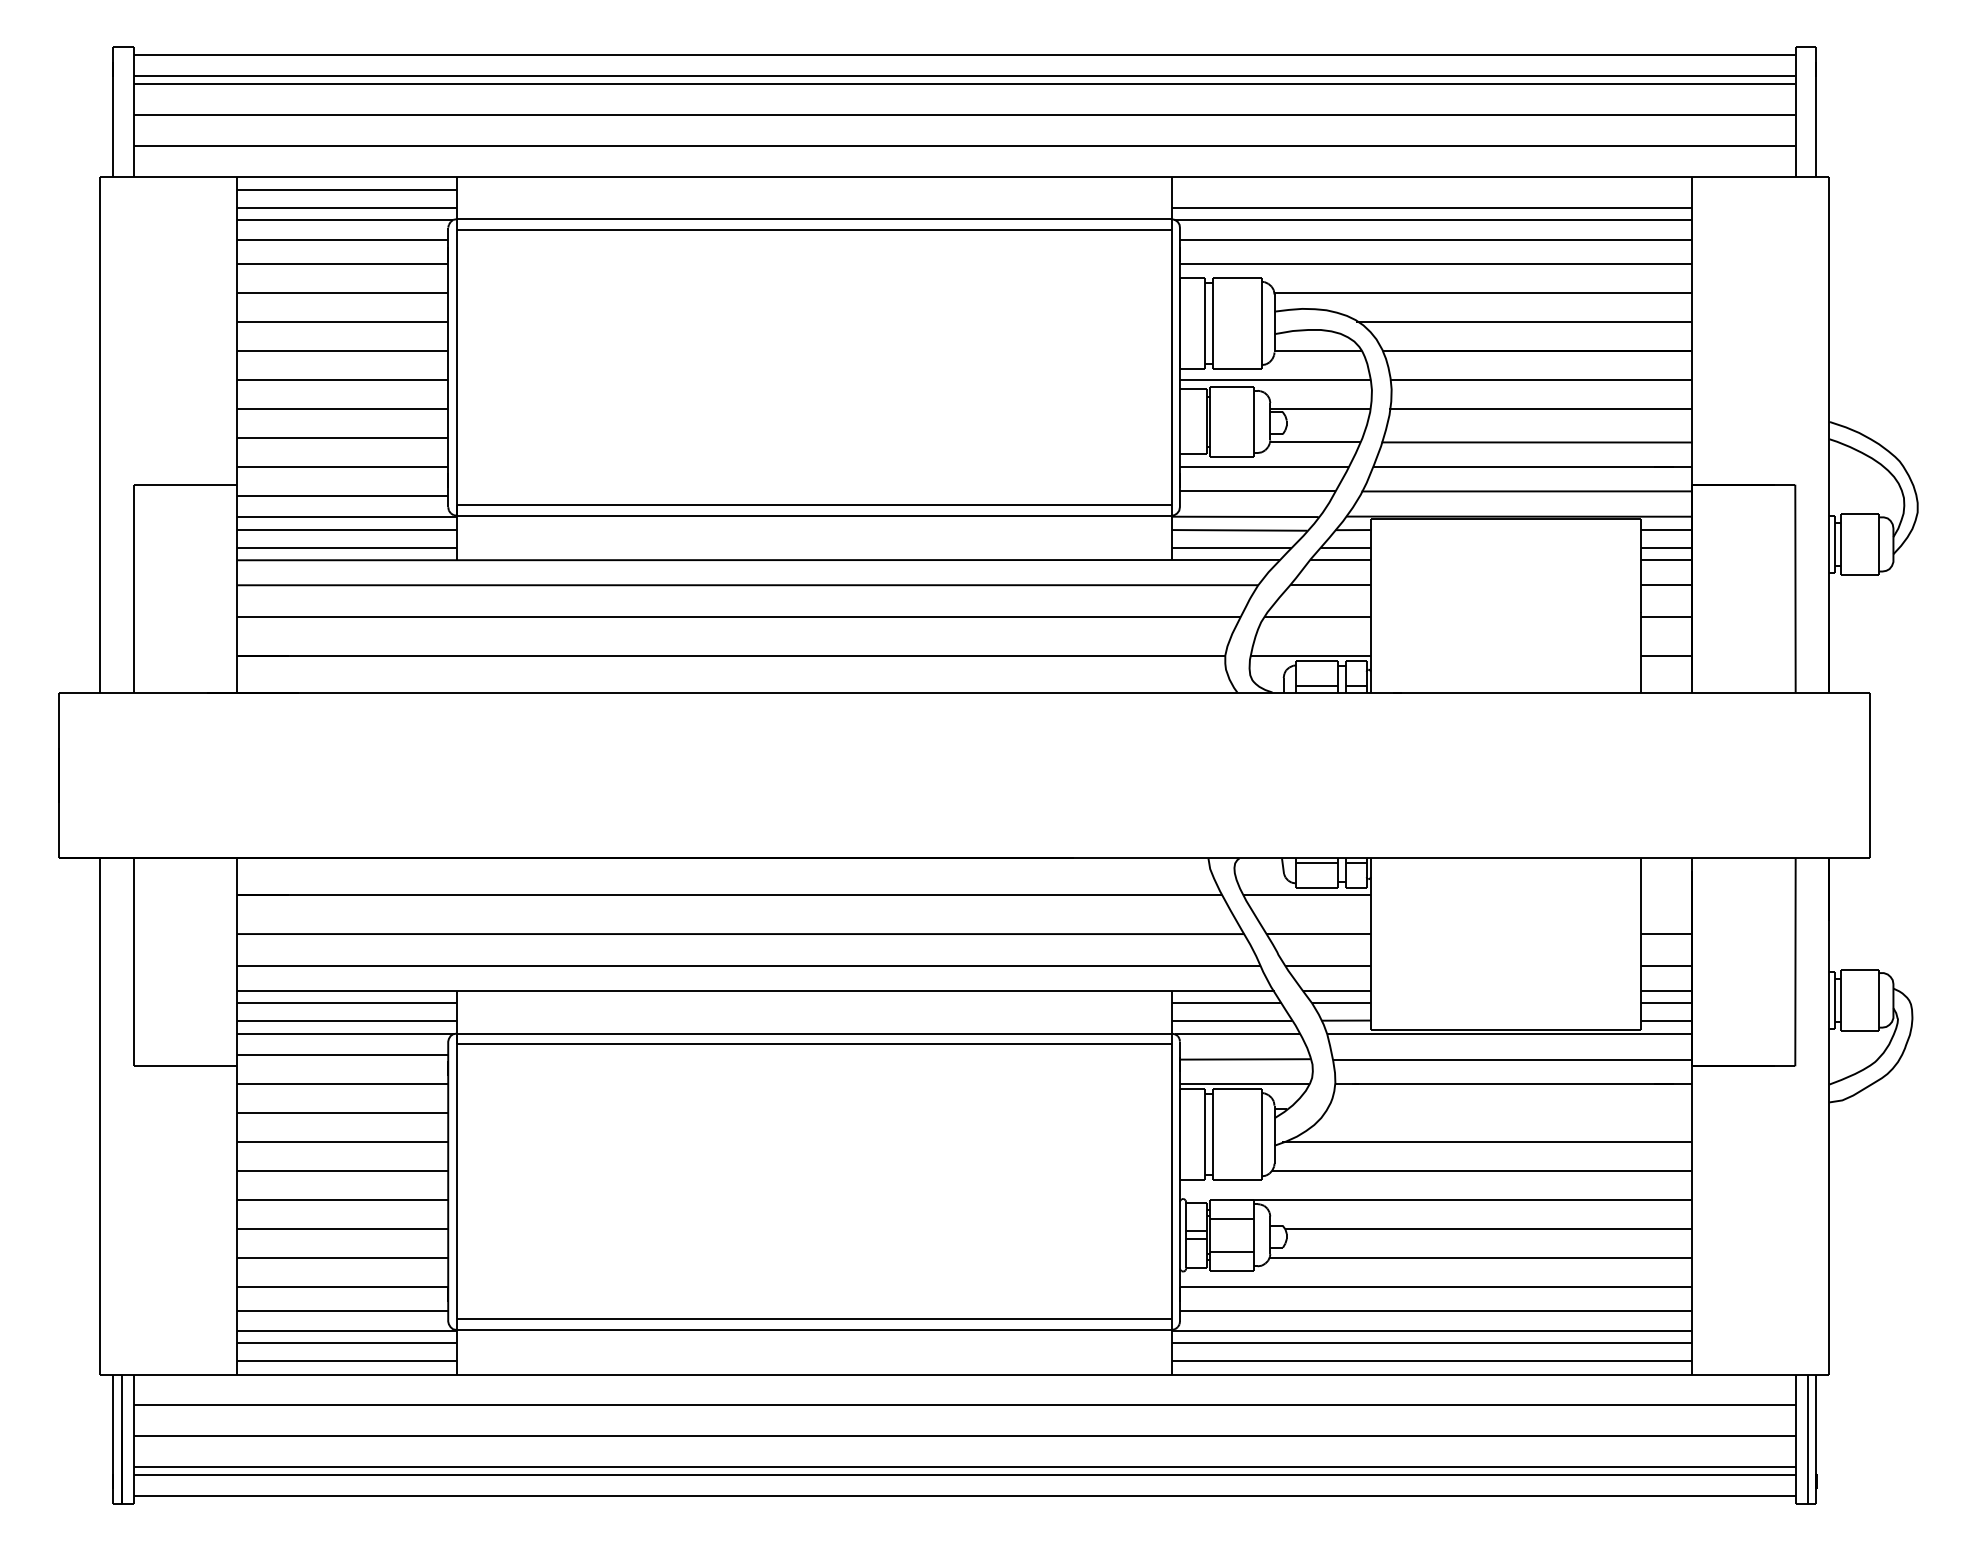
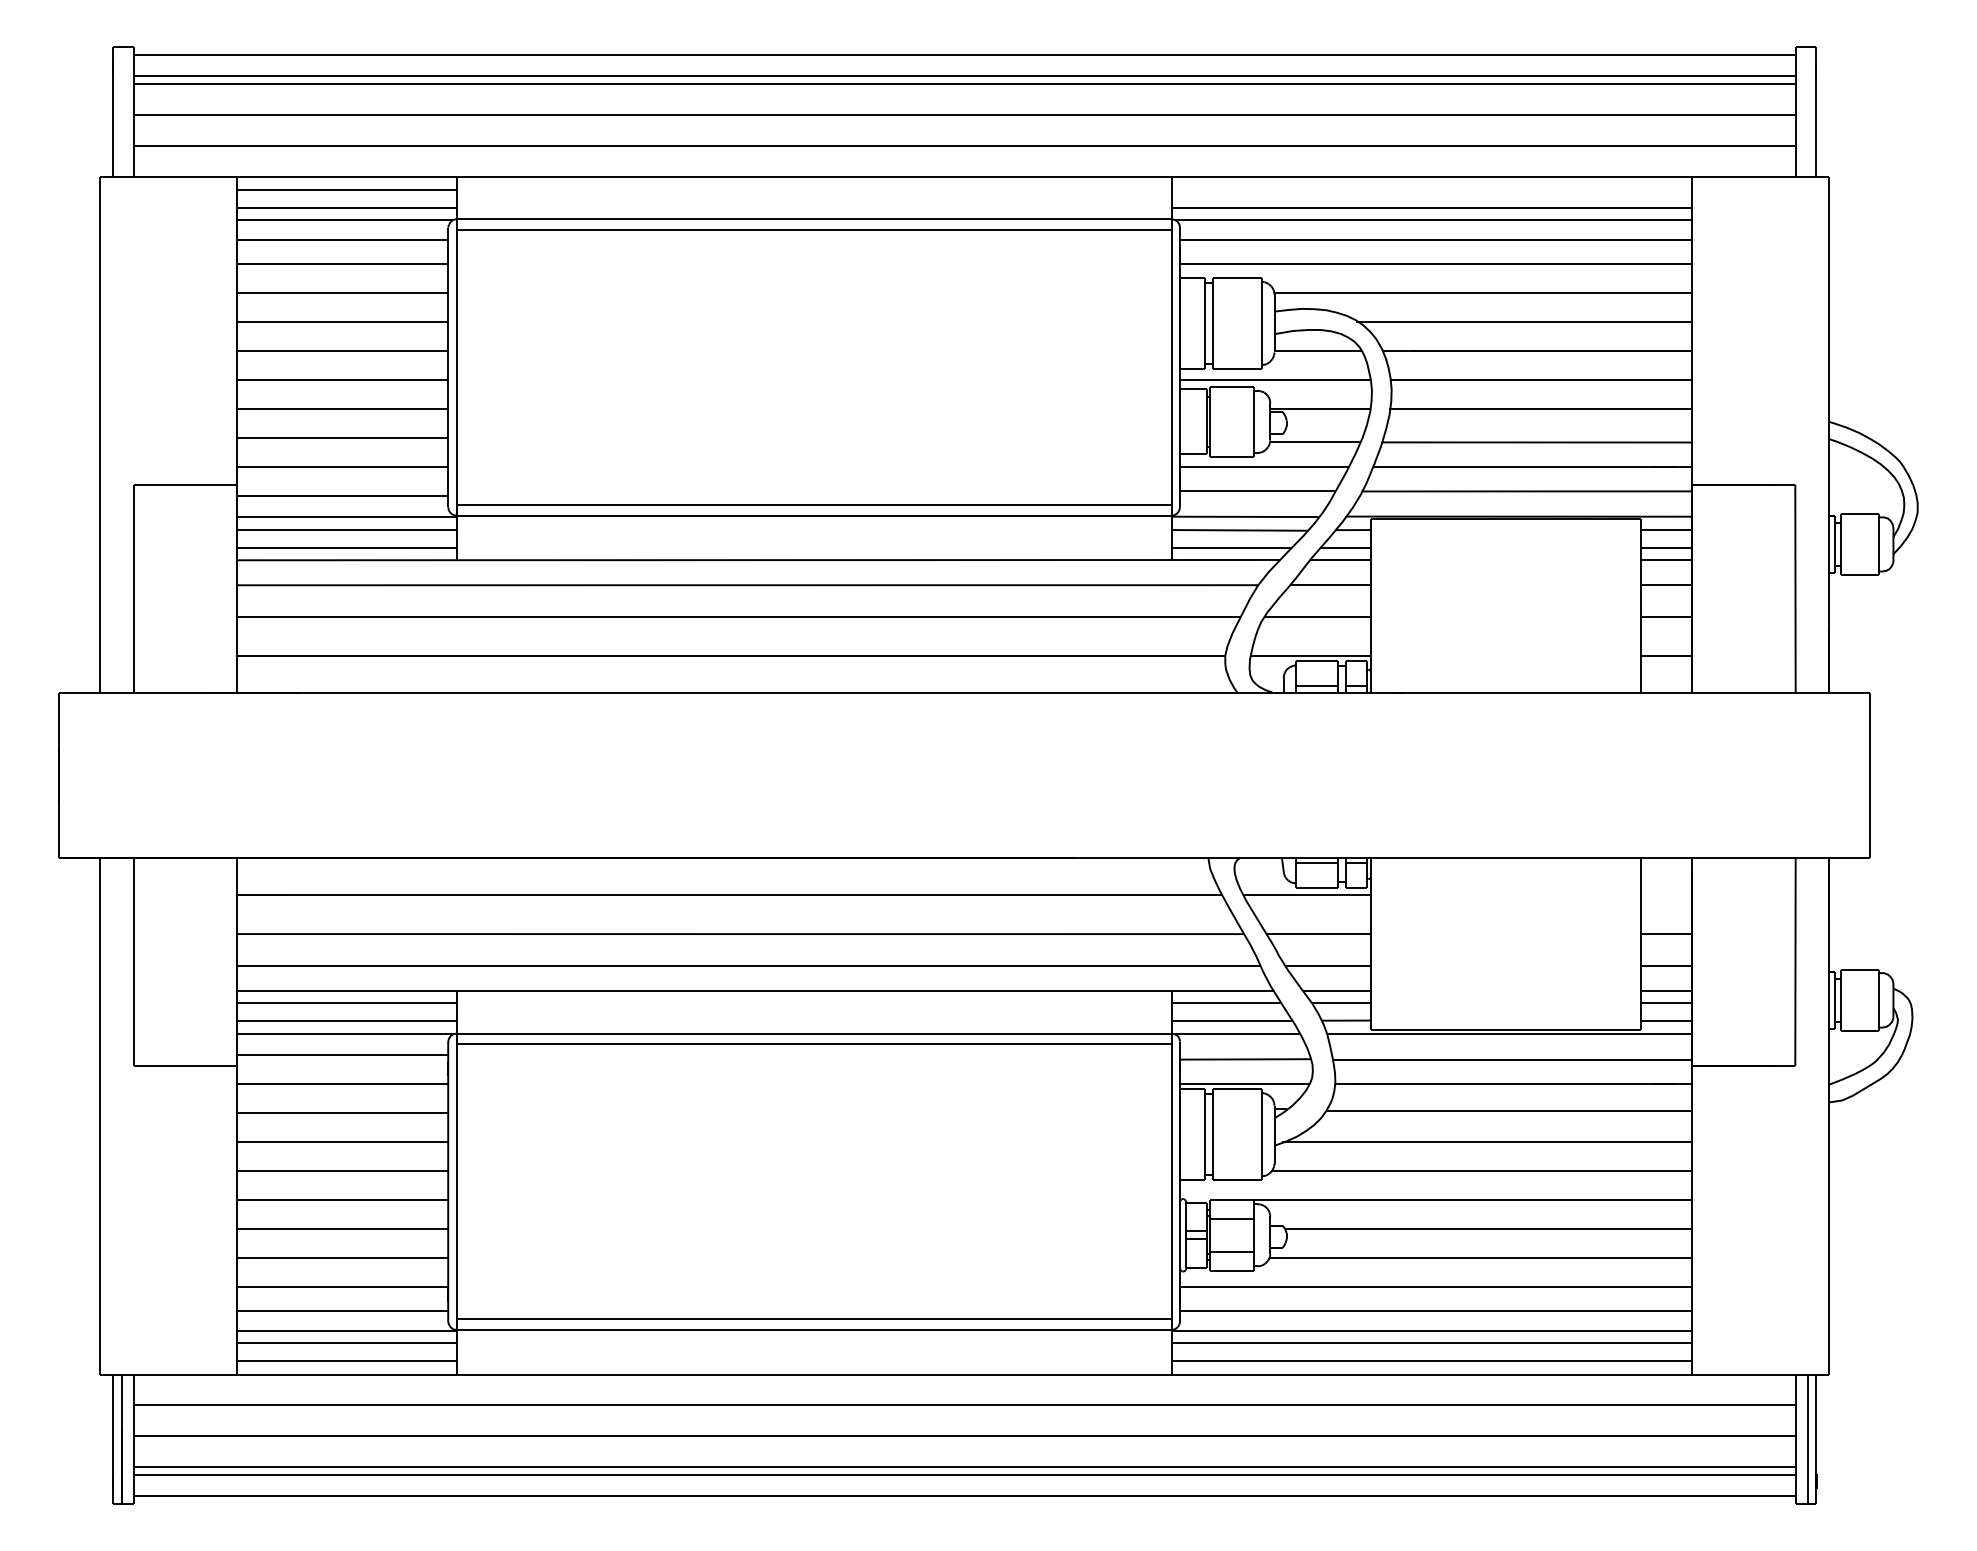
line at (1509, 1110): none -> present
